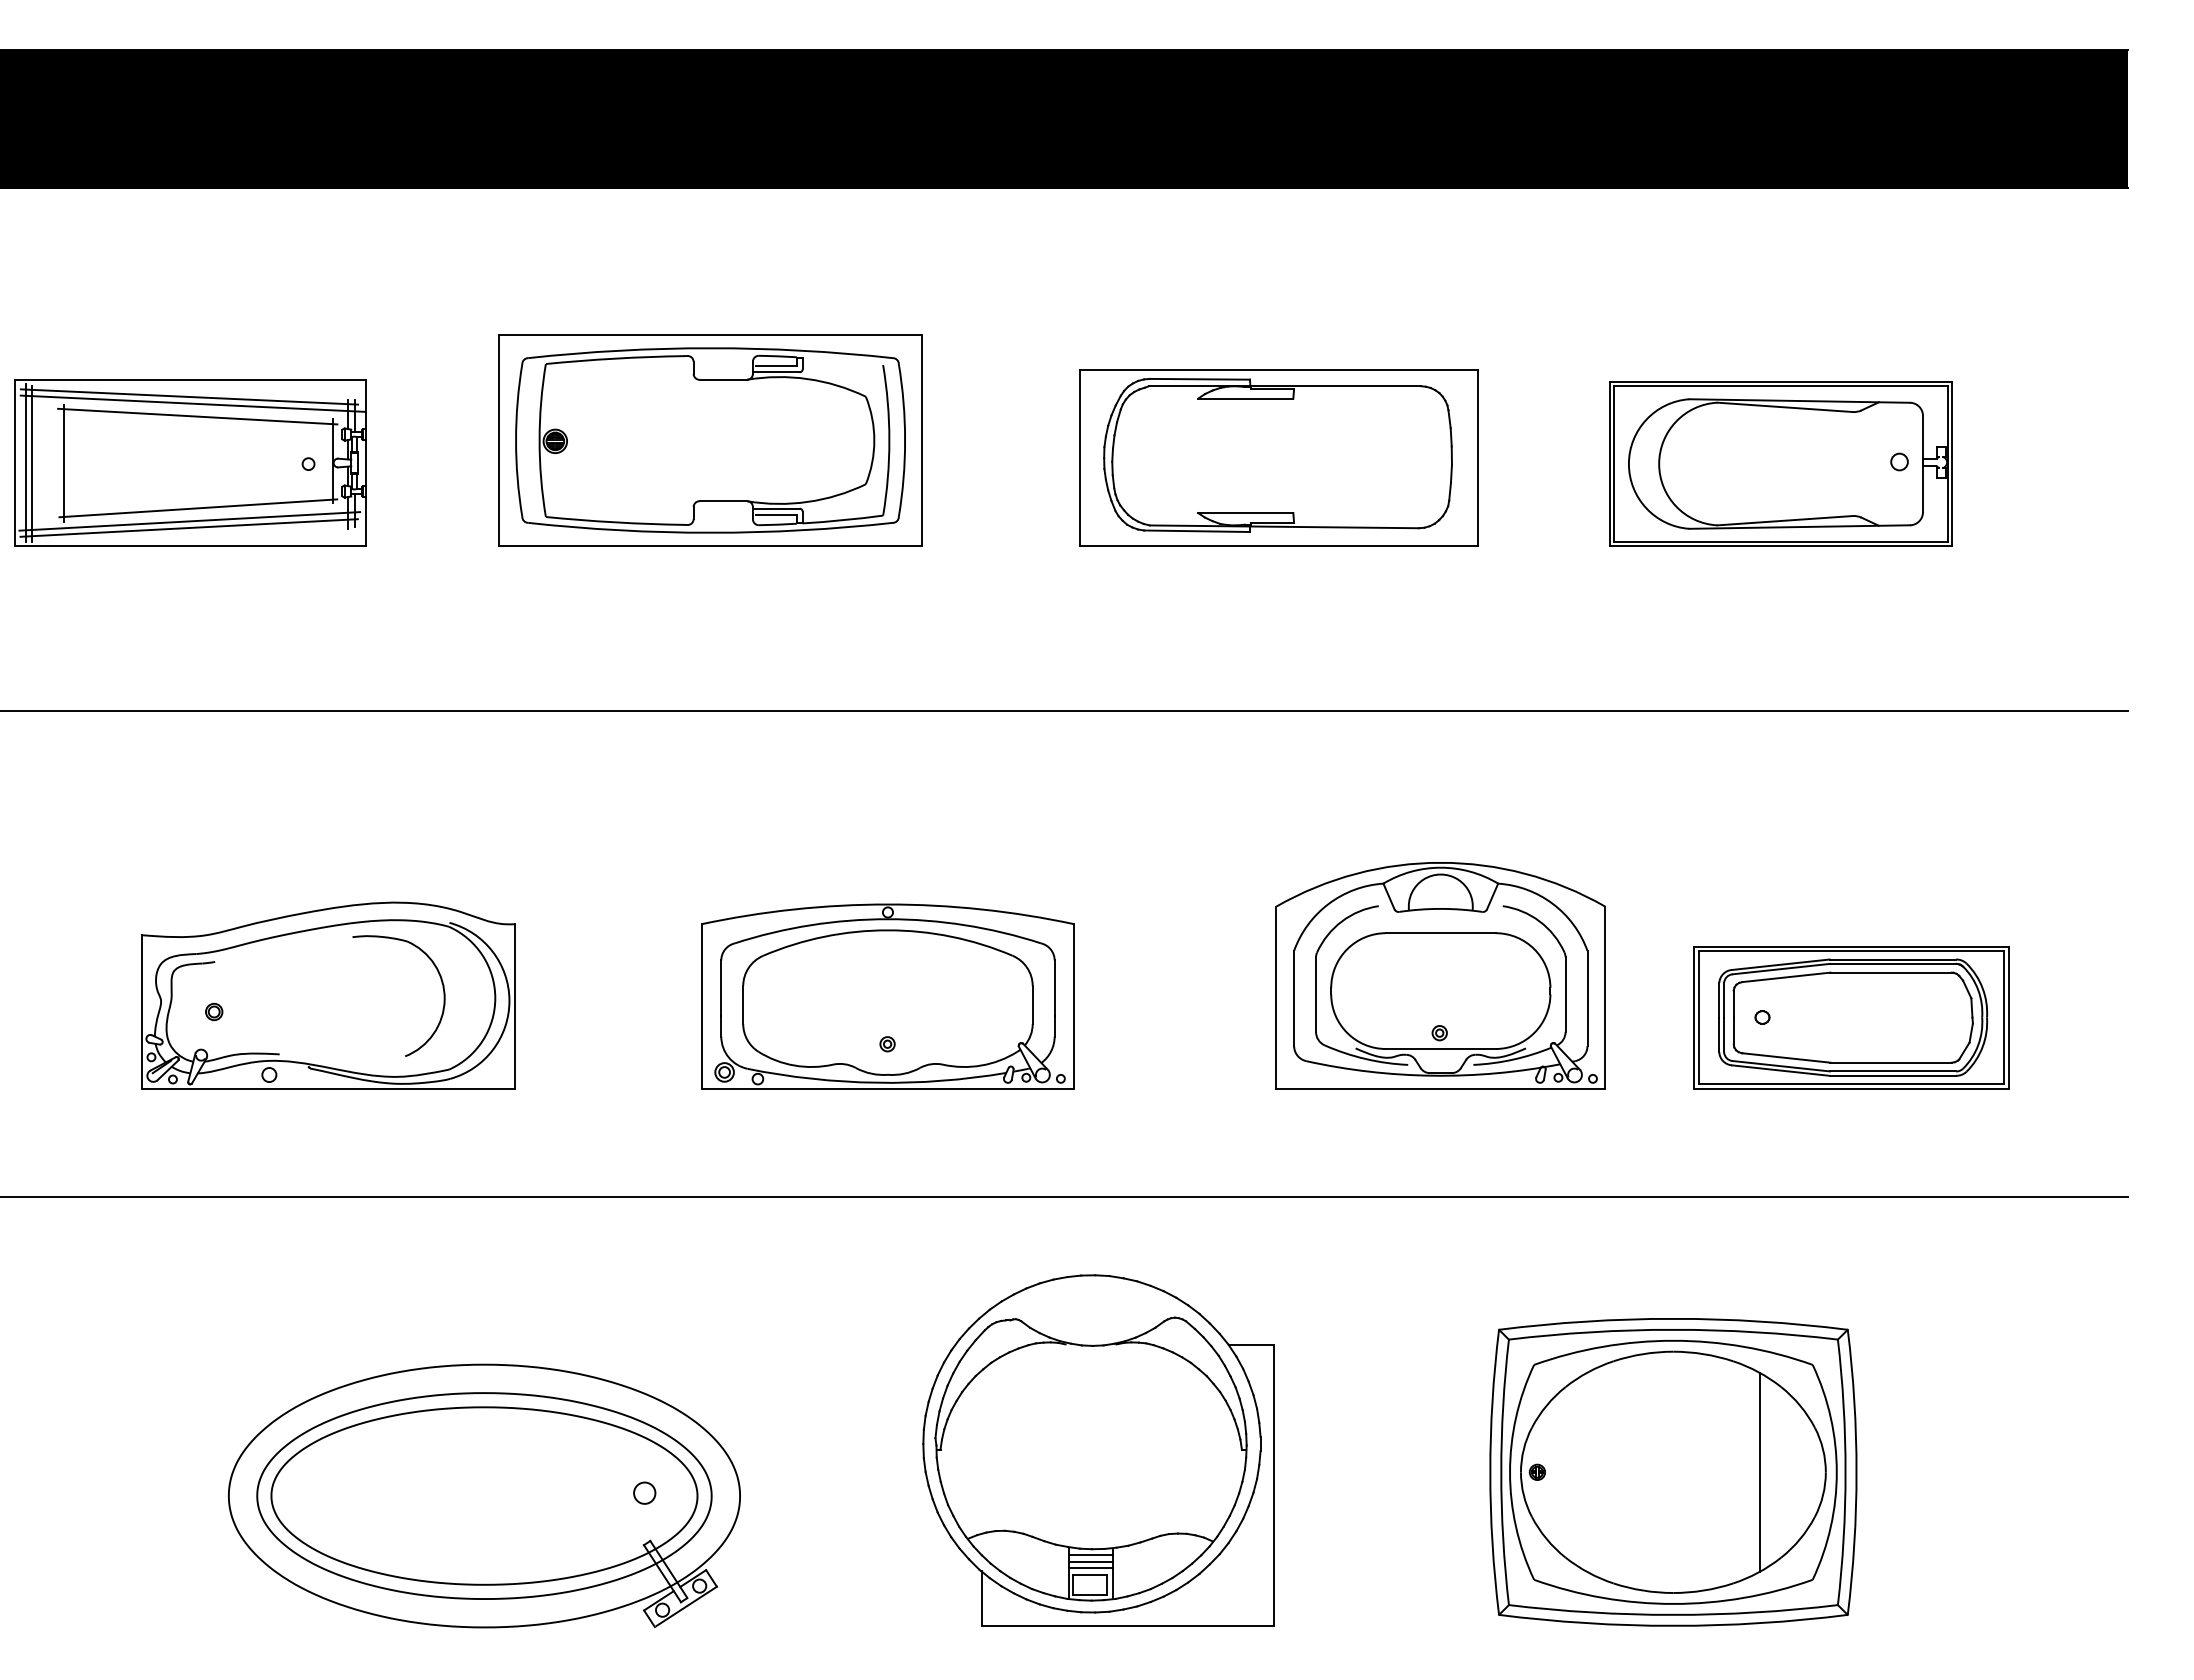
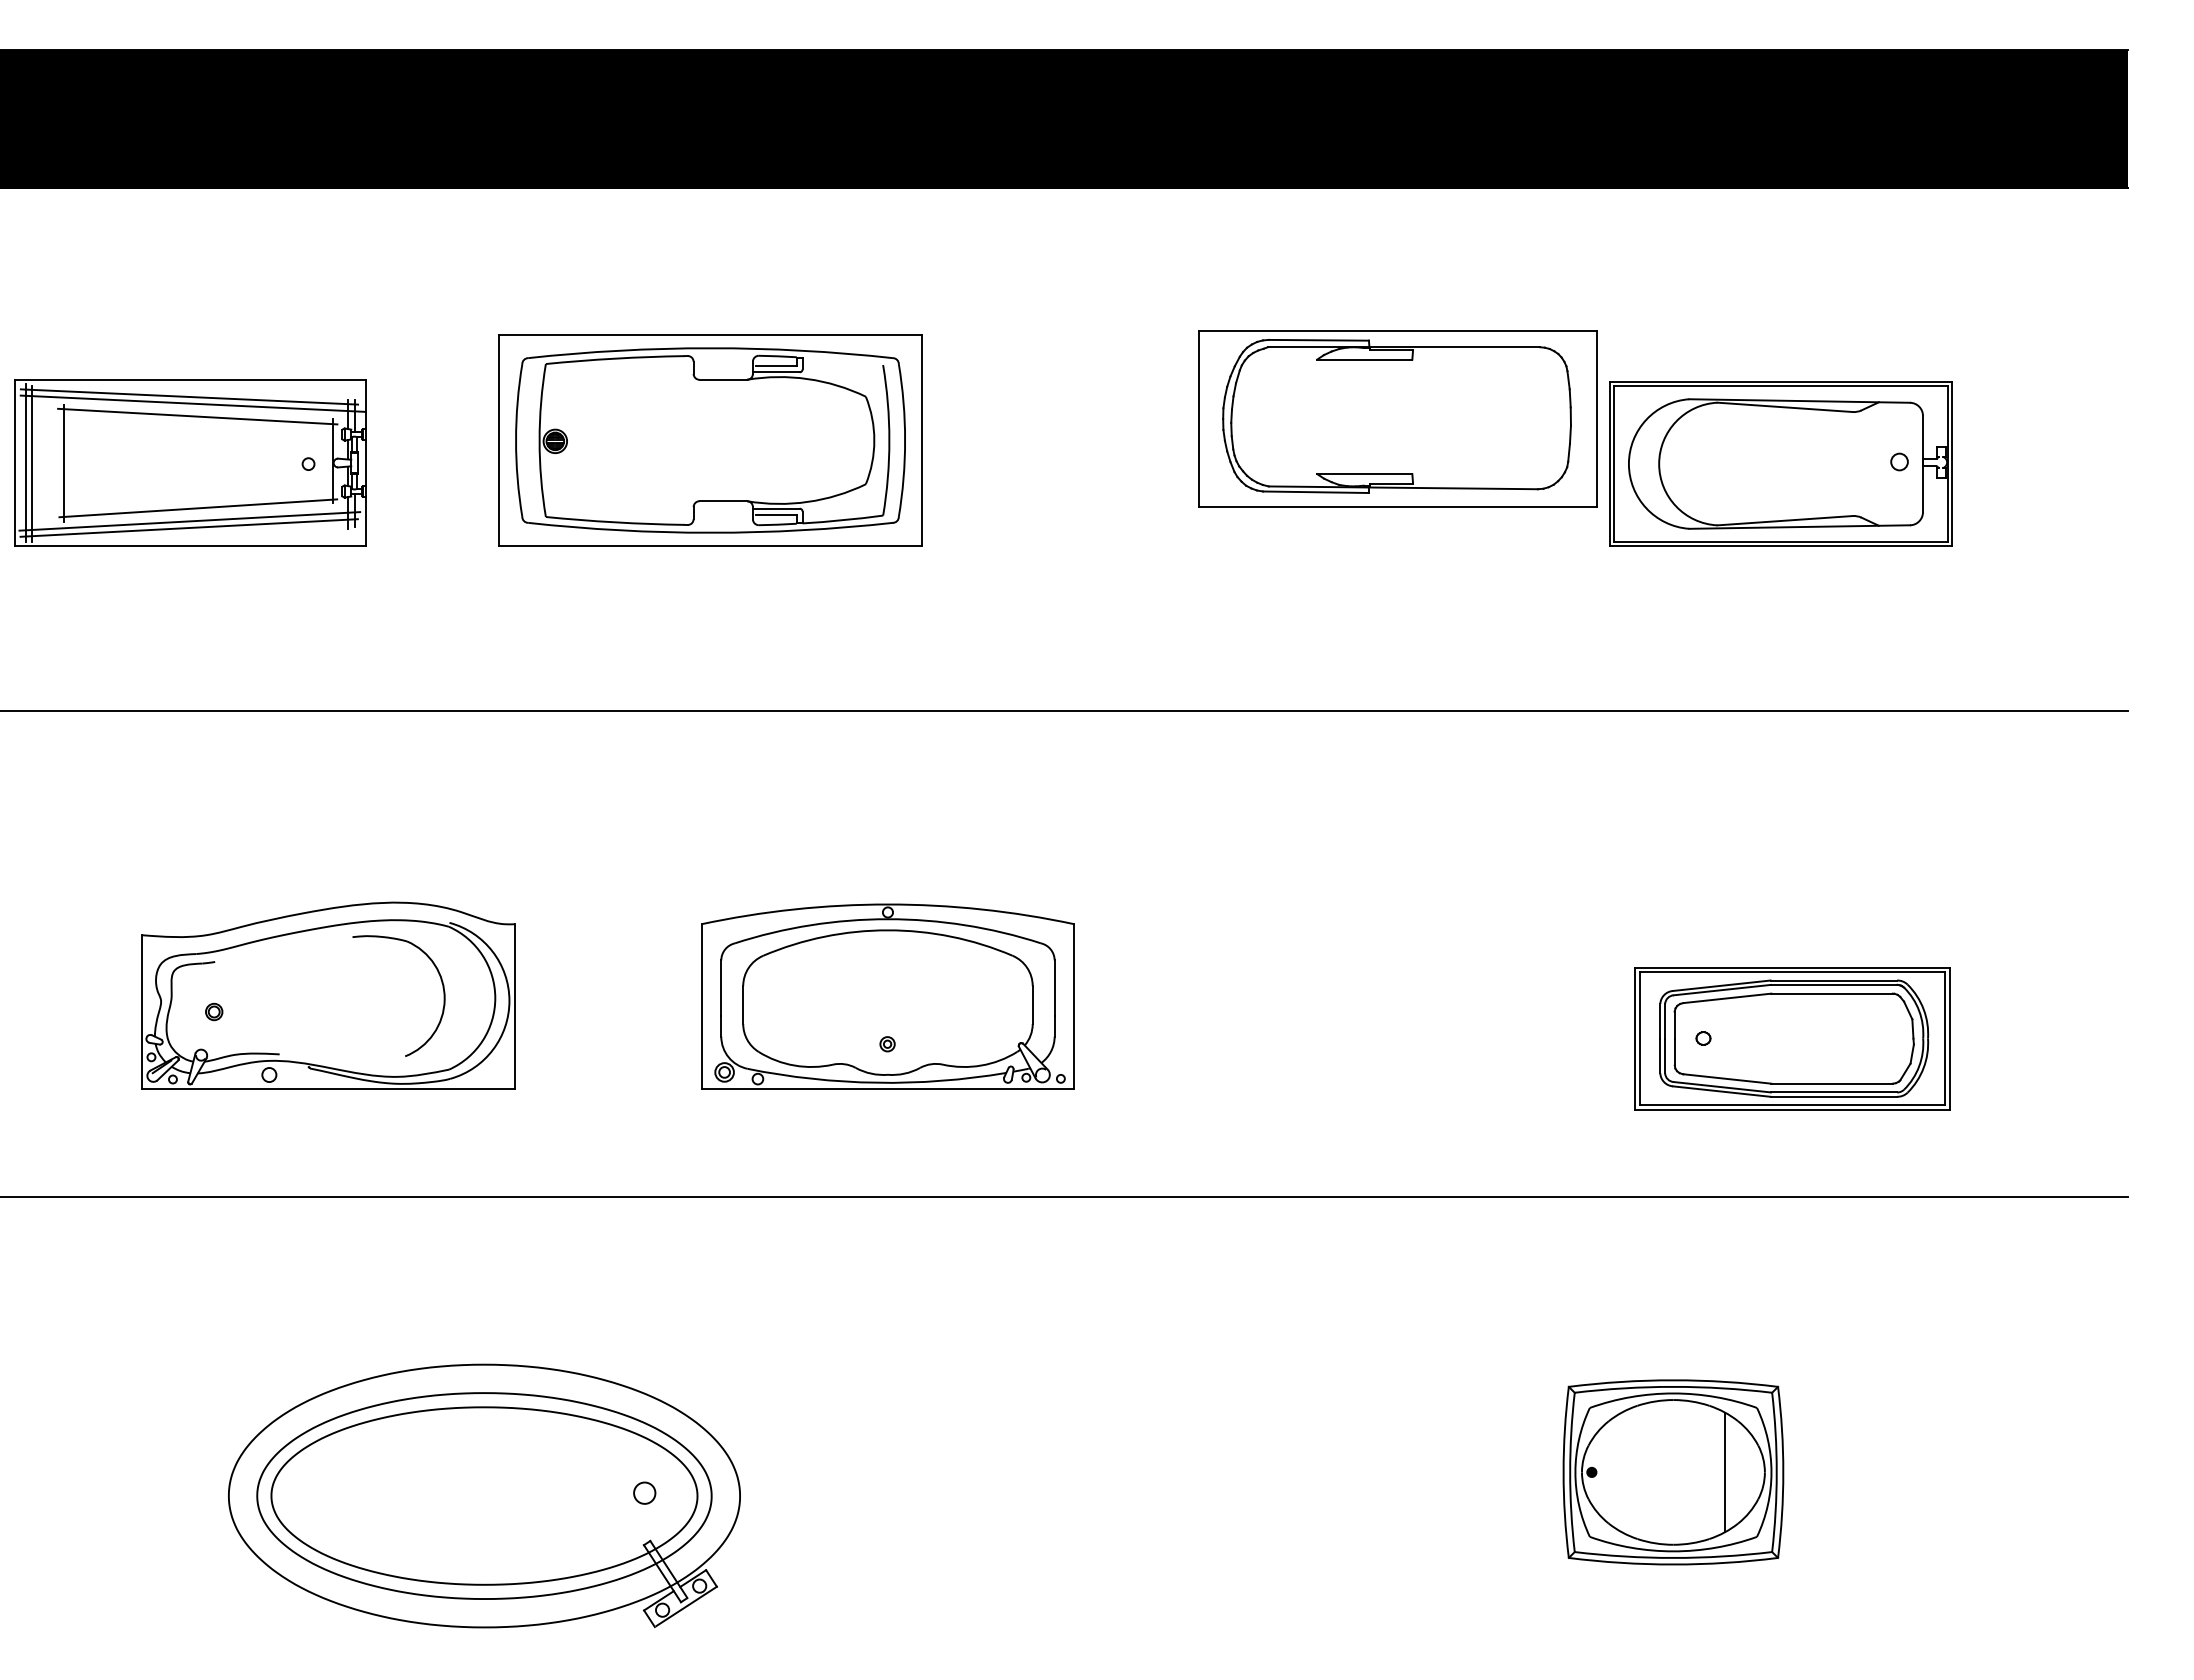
part at (1278, 457) position: (1278, 457) -> (1397, 418)
part at (1440, 975): present -> none
part at (1851, 1017) position: (1851, 1017) -> (1792, 1038)
part at (1098, 1450): present -> none
part at (1673, 1472) size: 369x309 px -> 223x187 px
